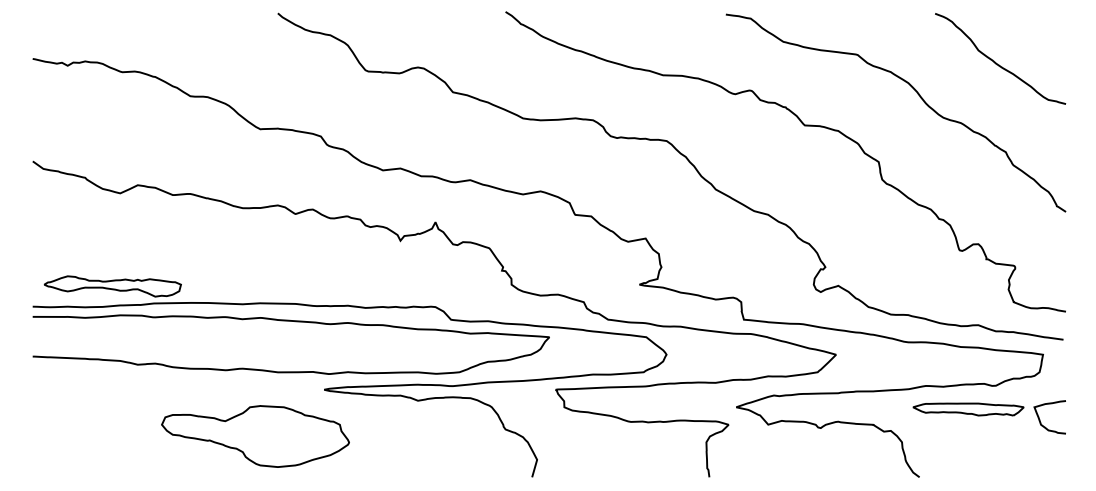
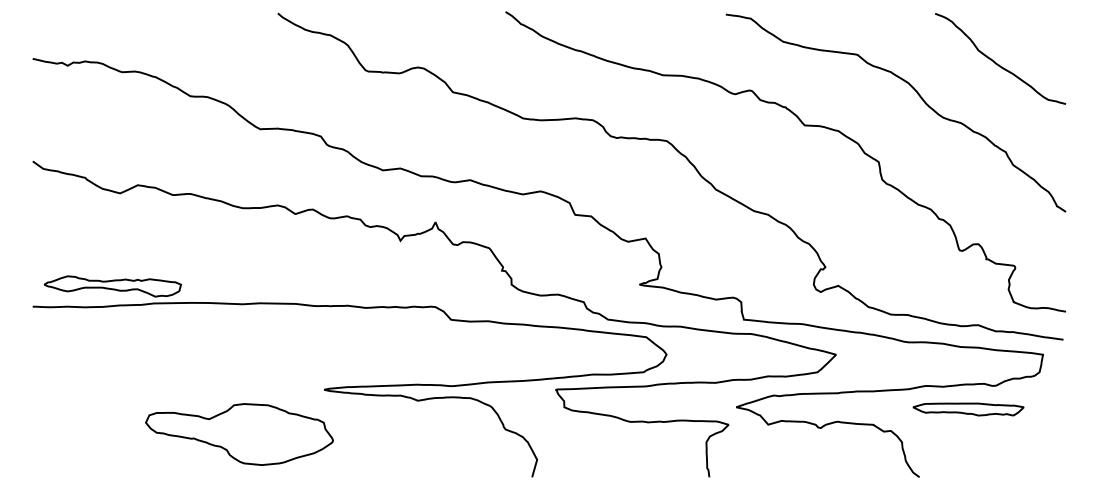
curve at (295, 322): present -> none
curve at (1040, 419): present -> none
part at (255, 436) position: (255, 436) -> (239, 434)
